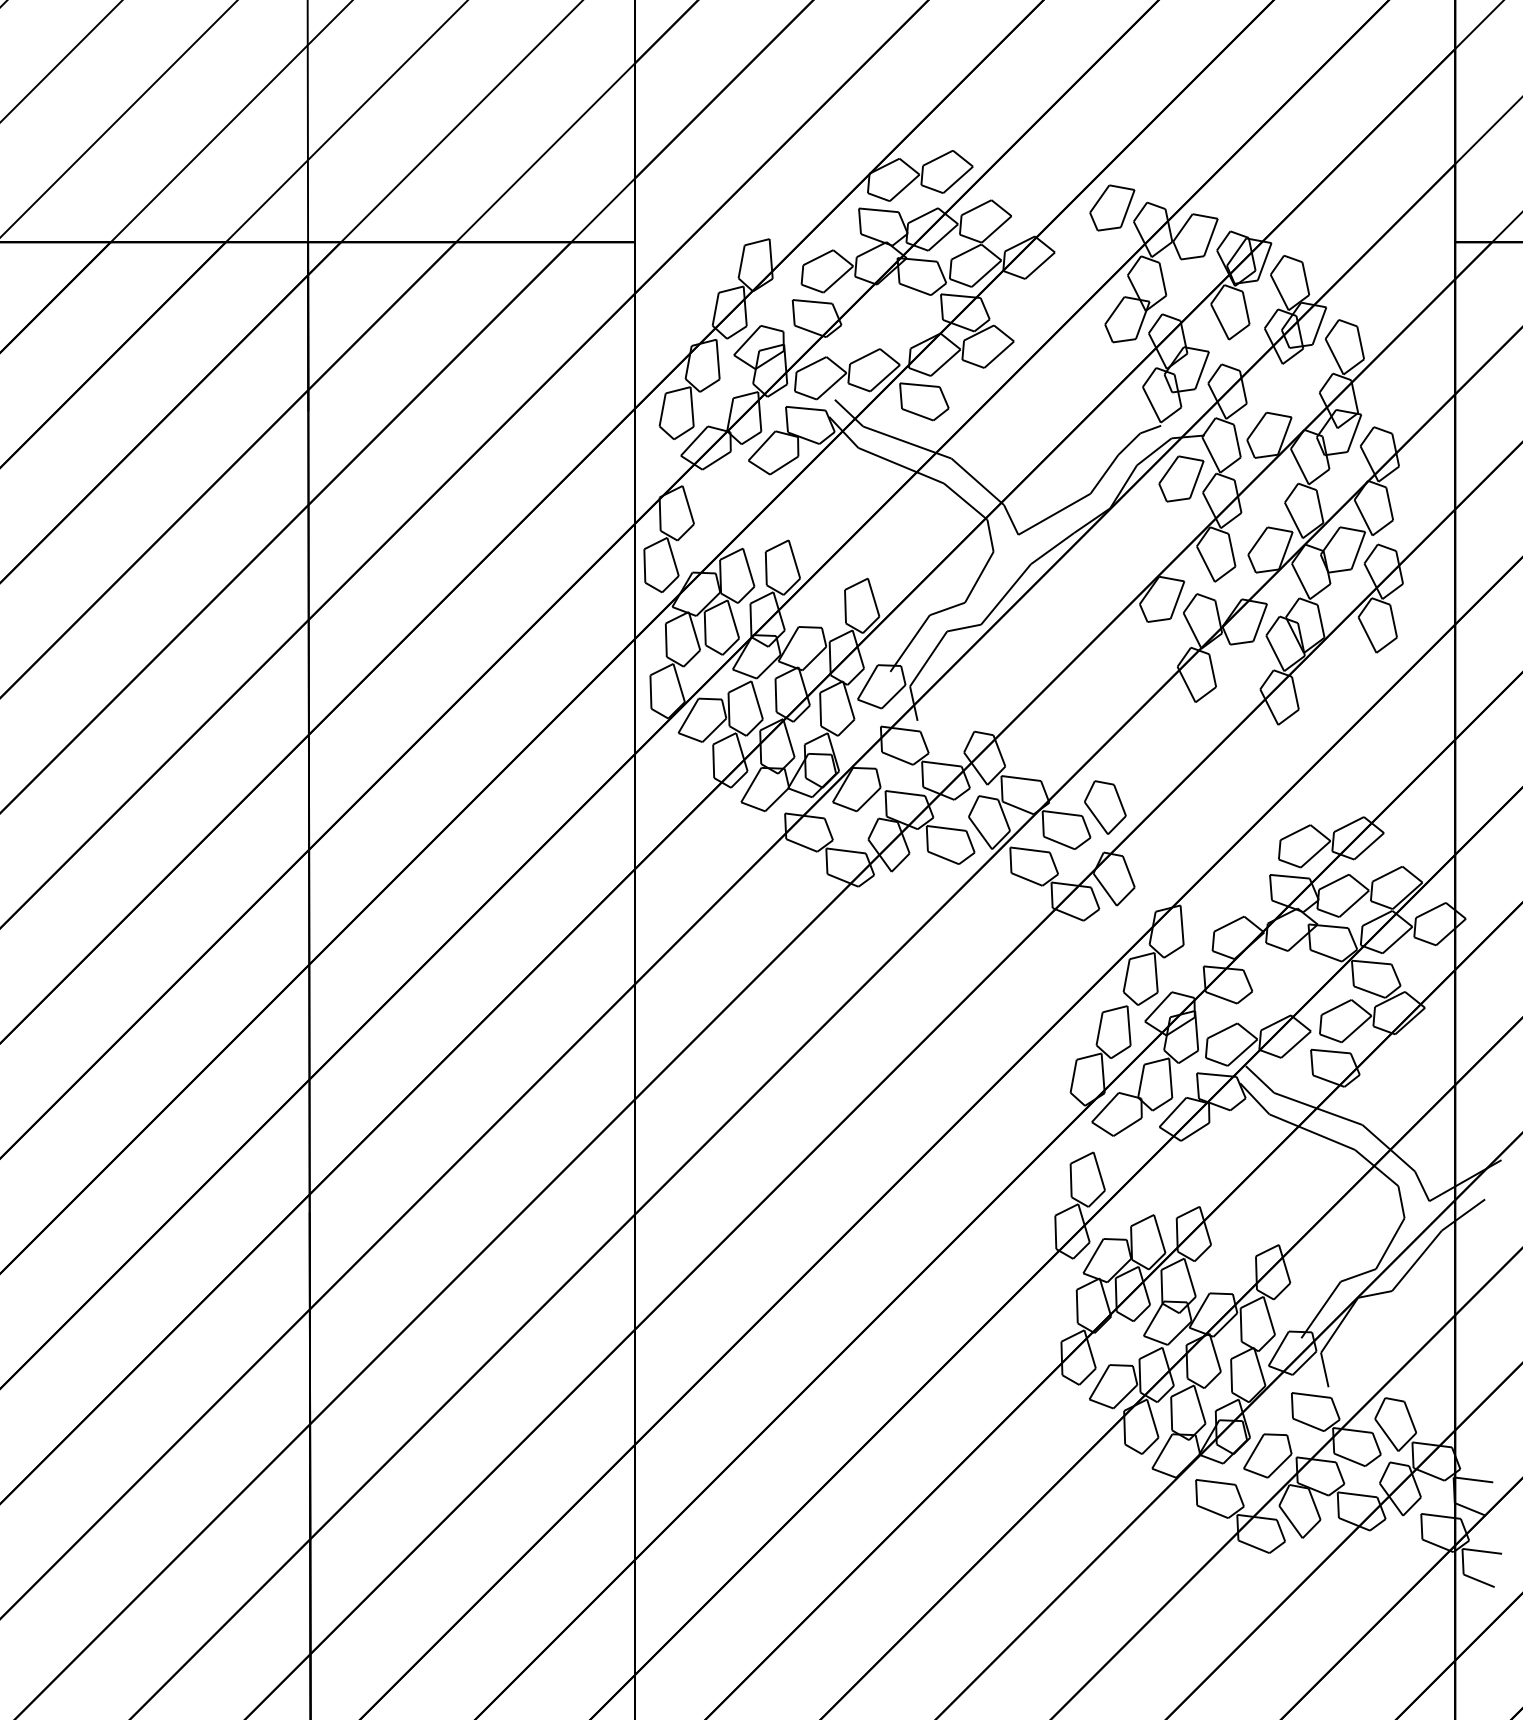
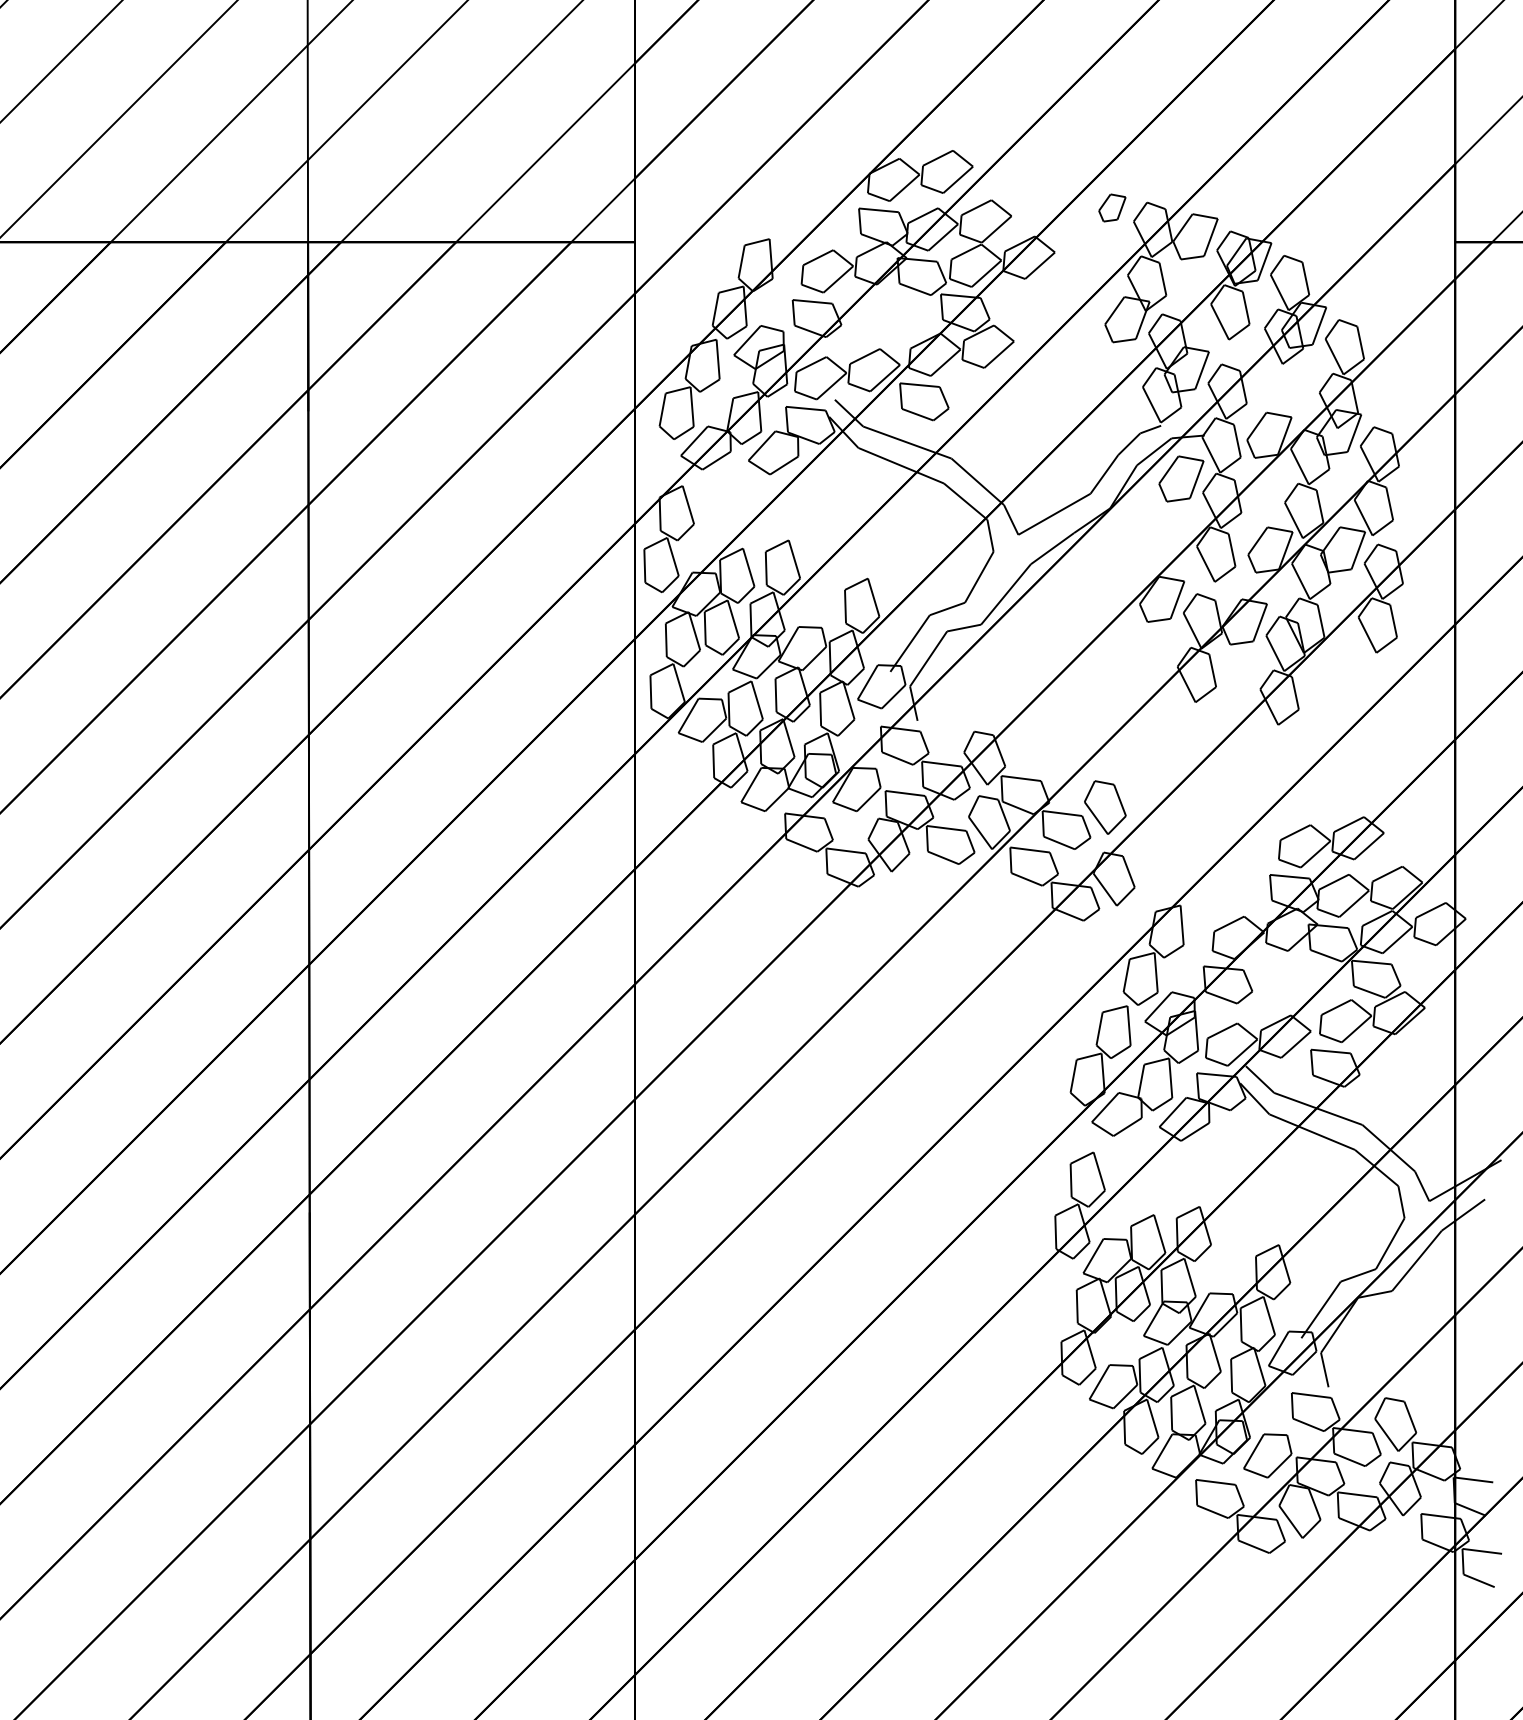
part at (1112, 207) size: 47x48 px -> 29x30 px
